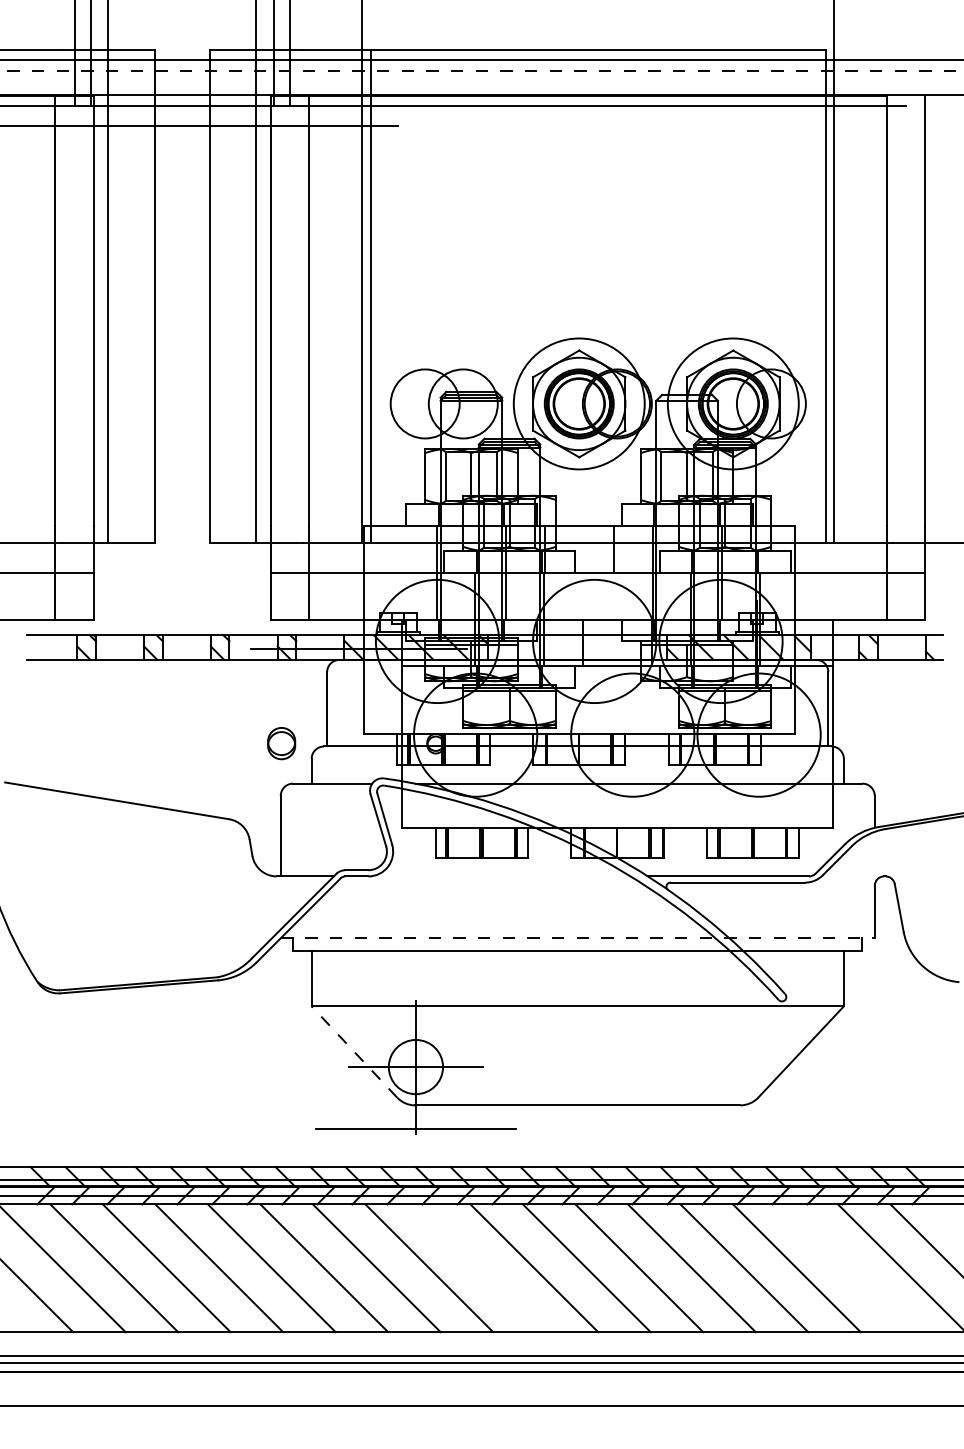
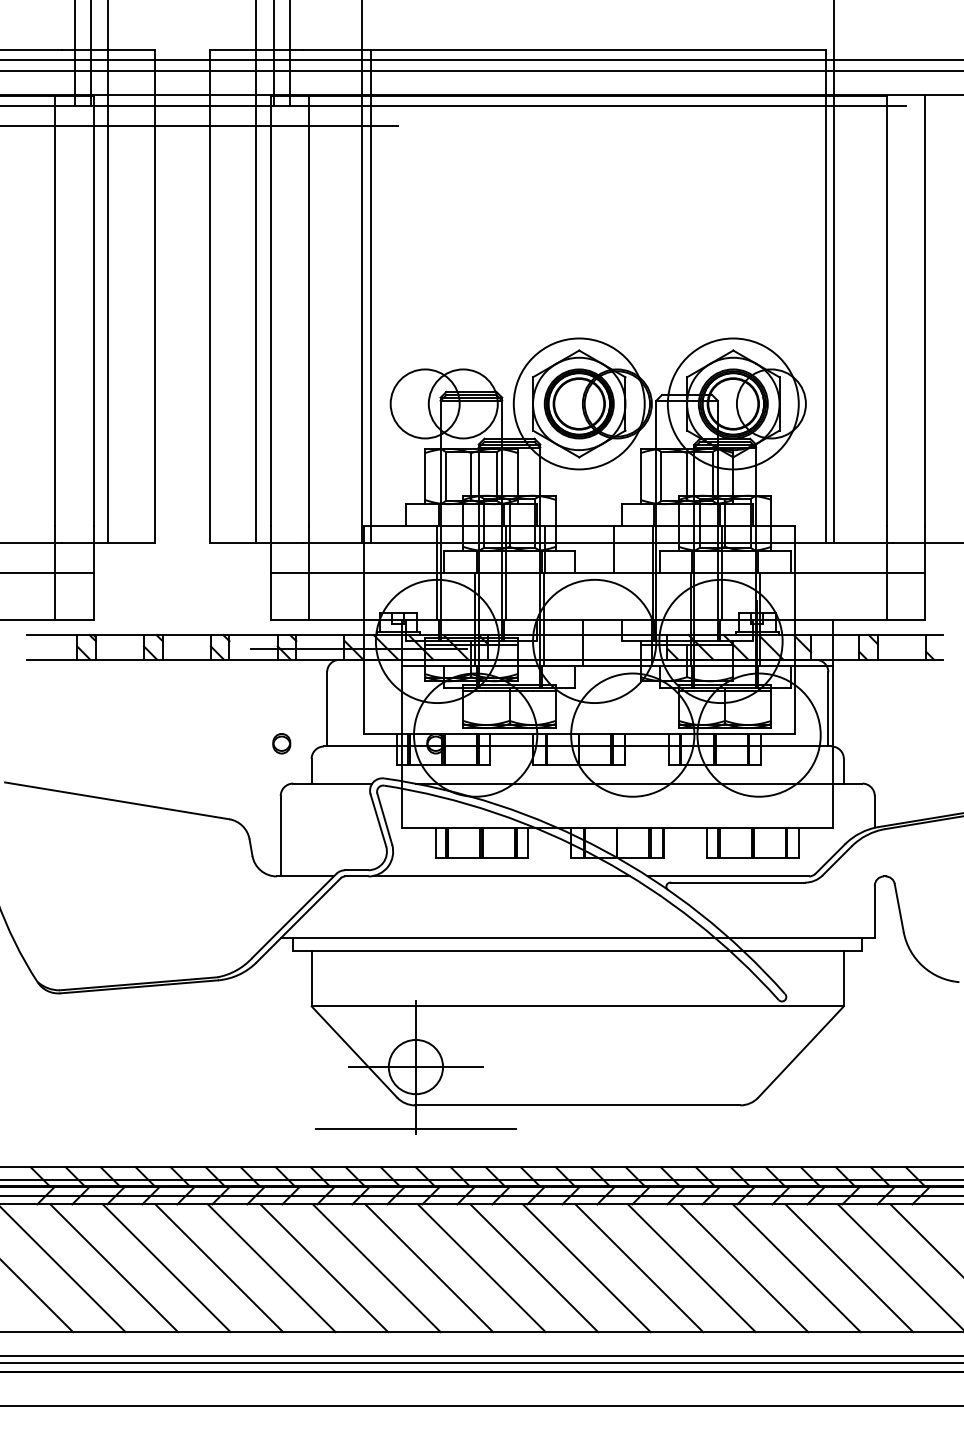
line at (482, 71): dashed -> solid
part at (281, 743) size: 30x34 px -> 20x22 px
line at (501, 876): none -> present
line at (578, 938): dashed -> solid
line at (354, 1051): dashed -> solid
line at (481, 1268): none -> present
line at (849, 1268): none -> present
